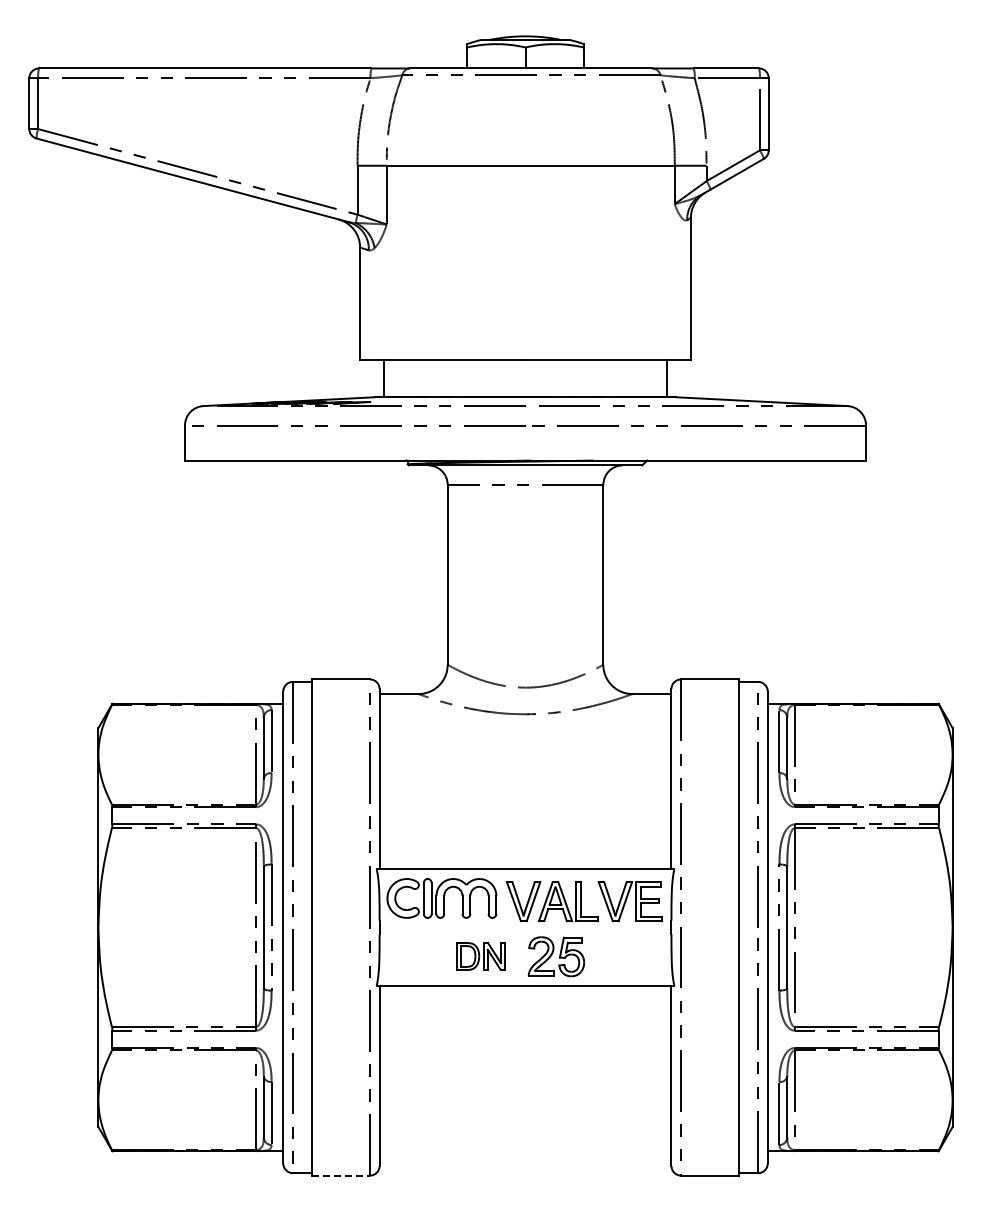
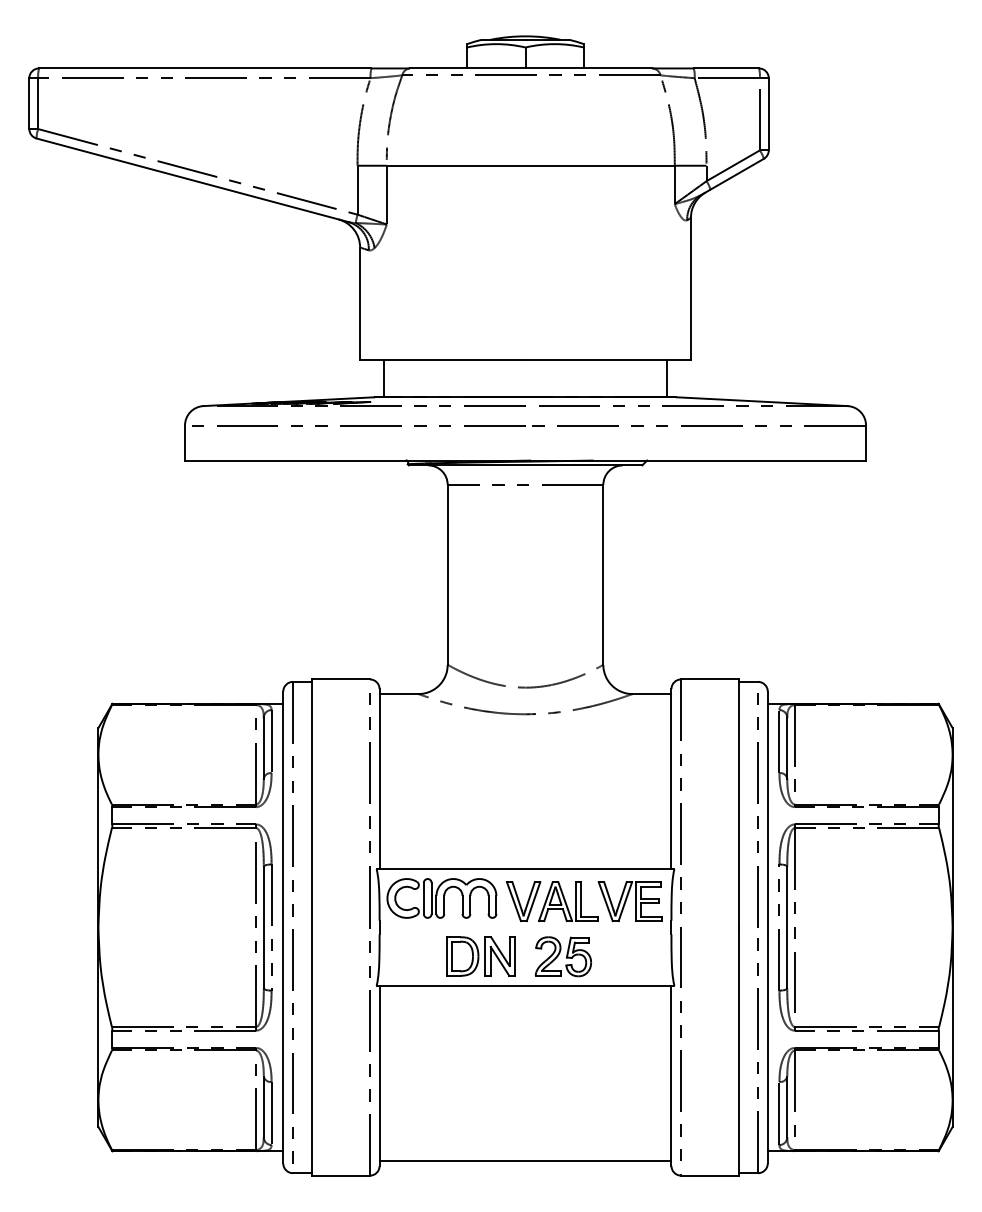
part at (480, 956) size: 50x30 px -> 70x41 px
part at (555, 956) position: (555, 956) -> (562, 956)
line at (525, 1161): none -> present
line at (341, 1175): dashed -> solid
